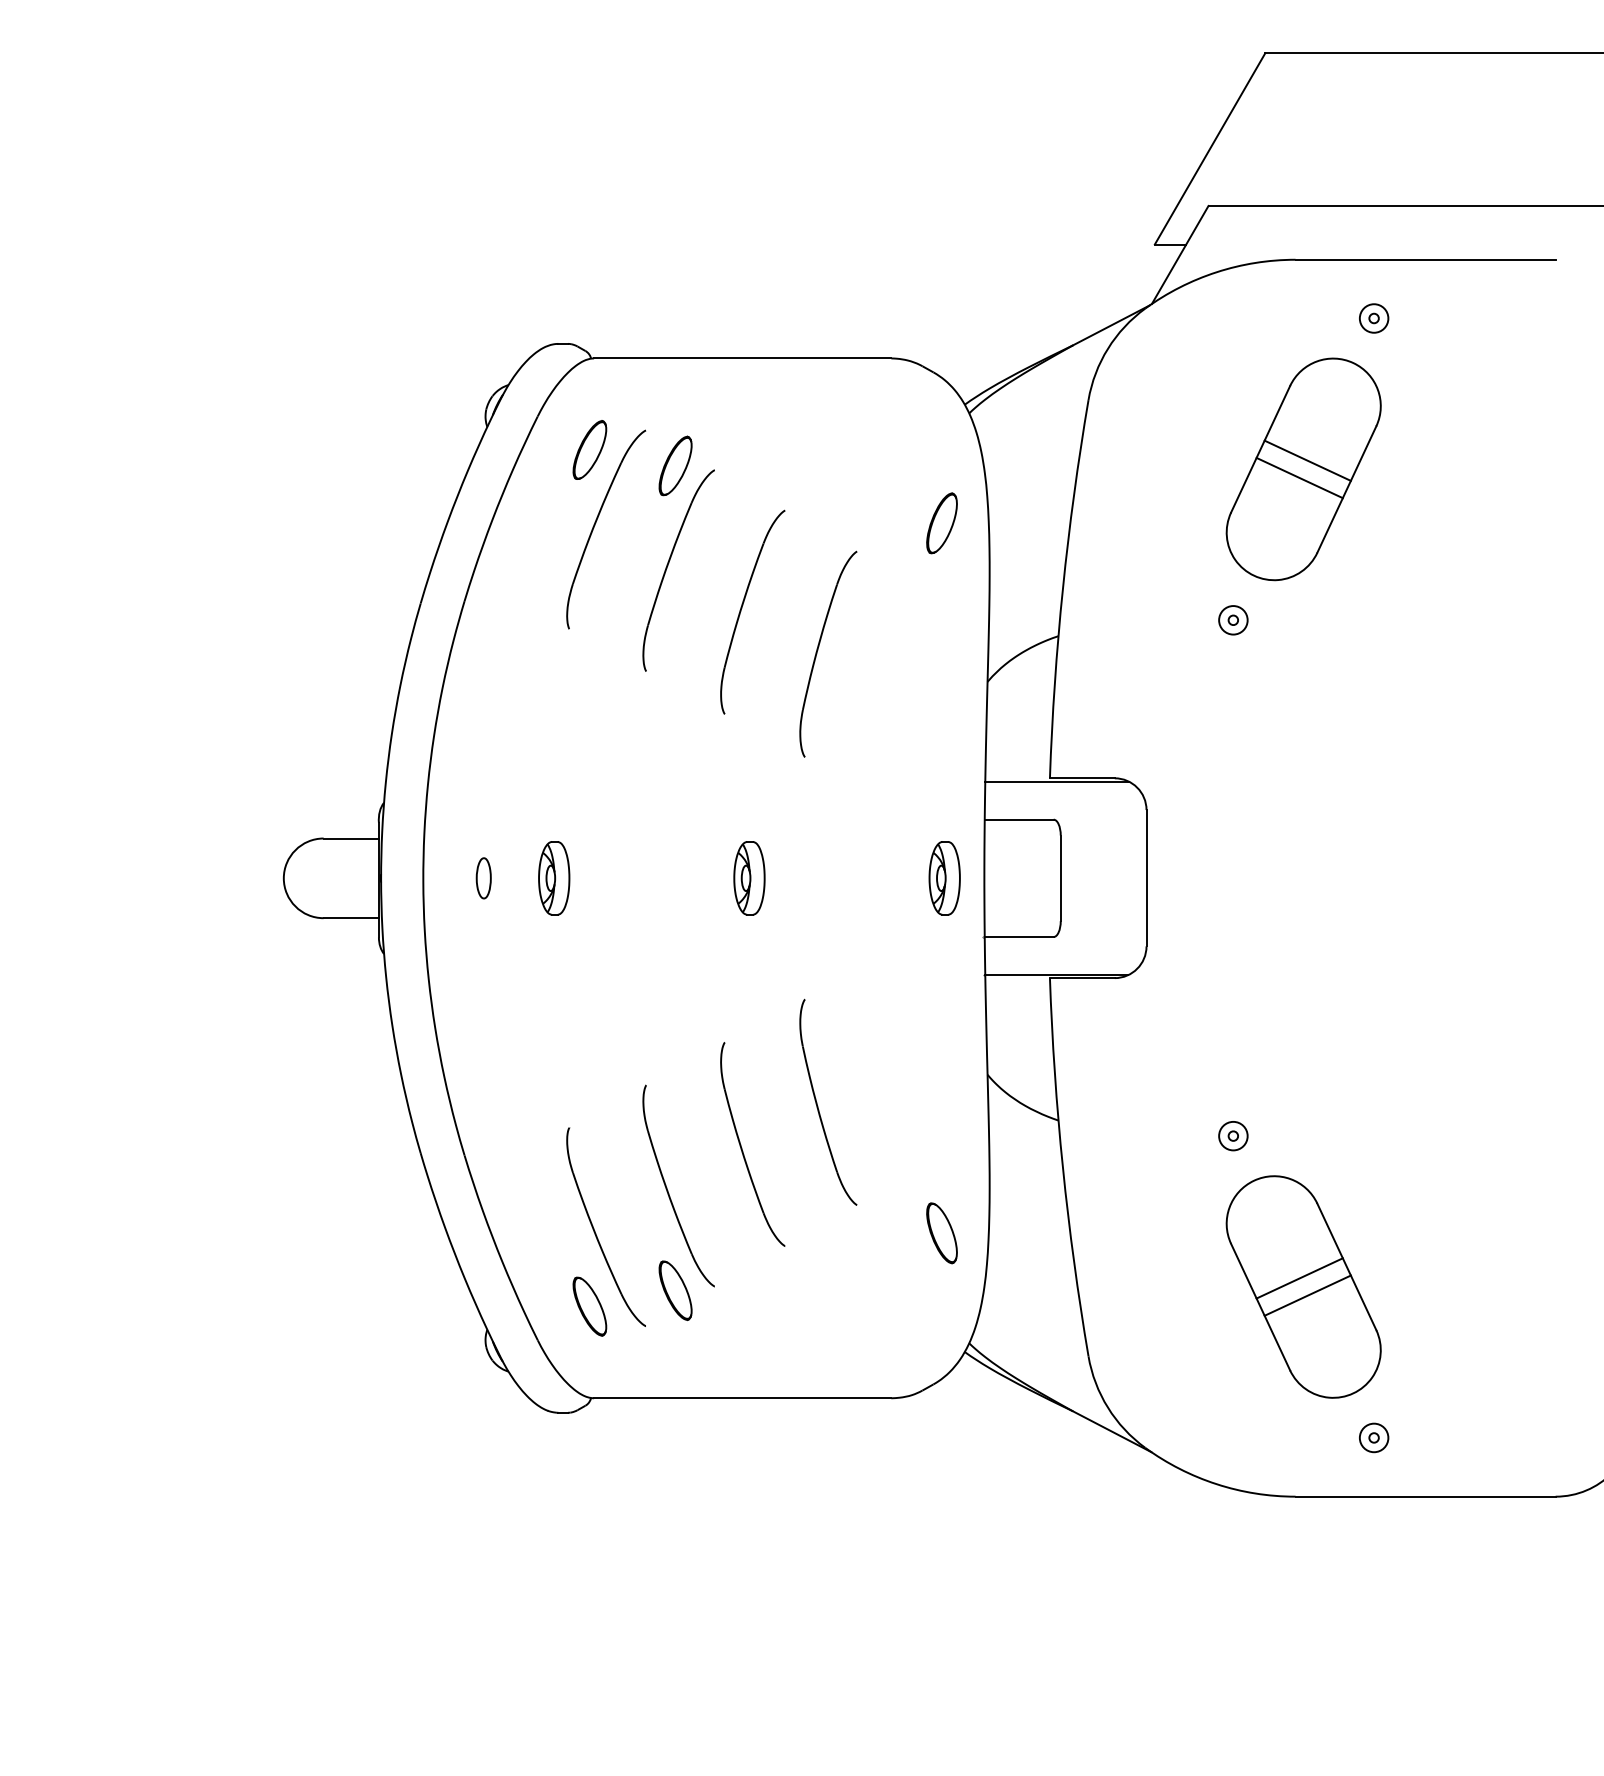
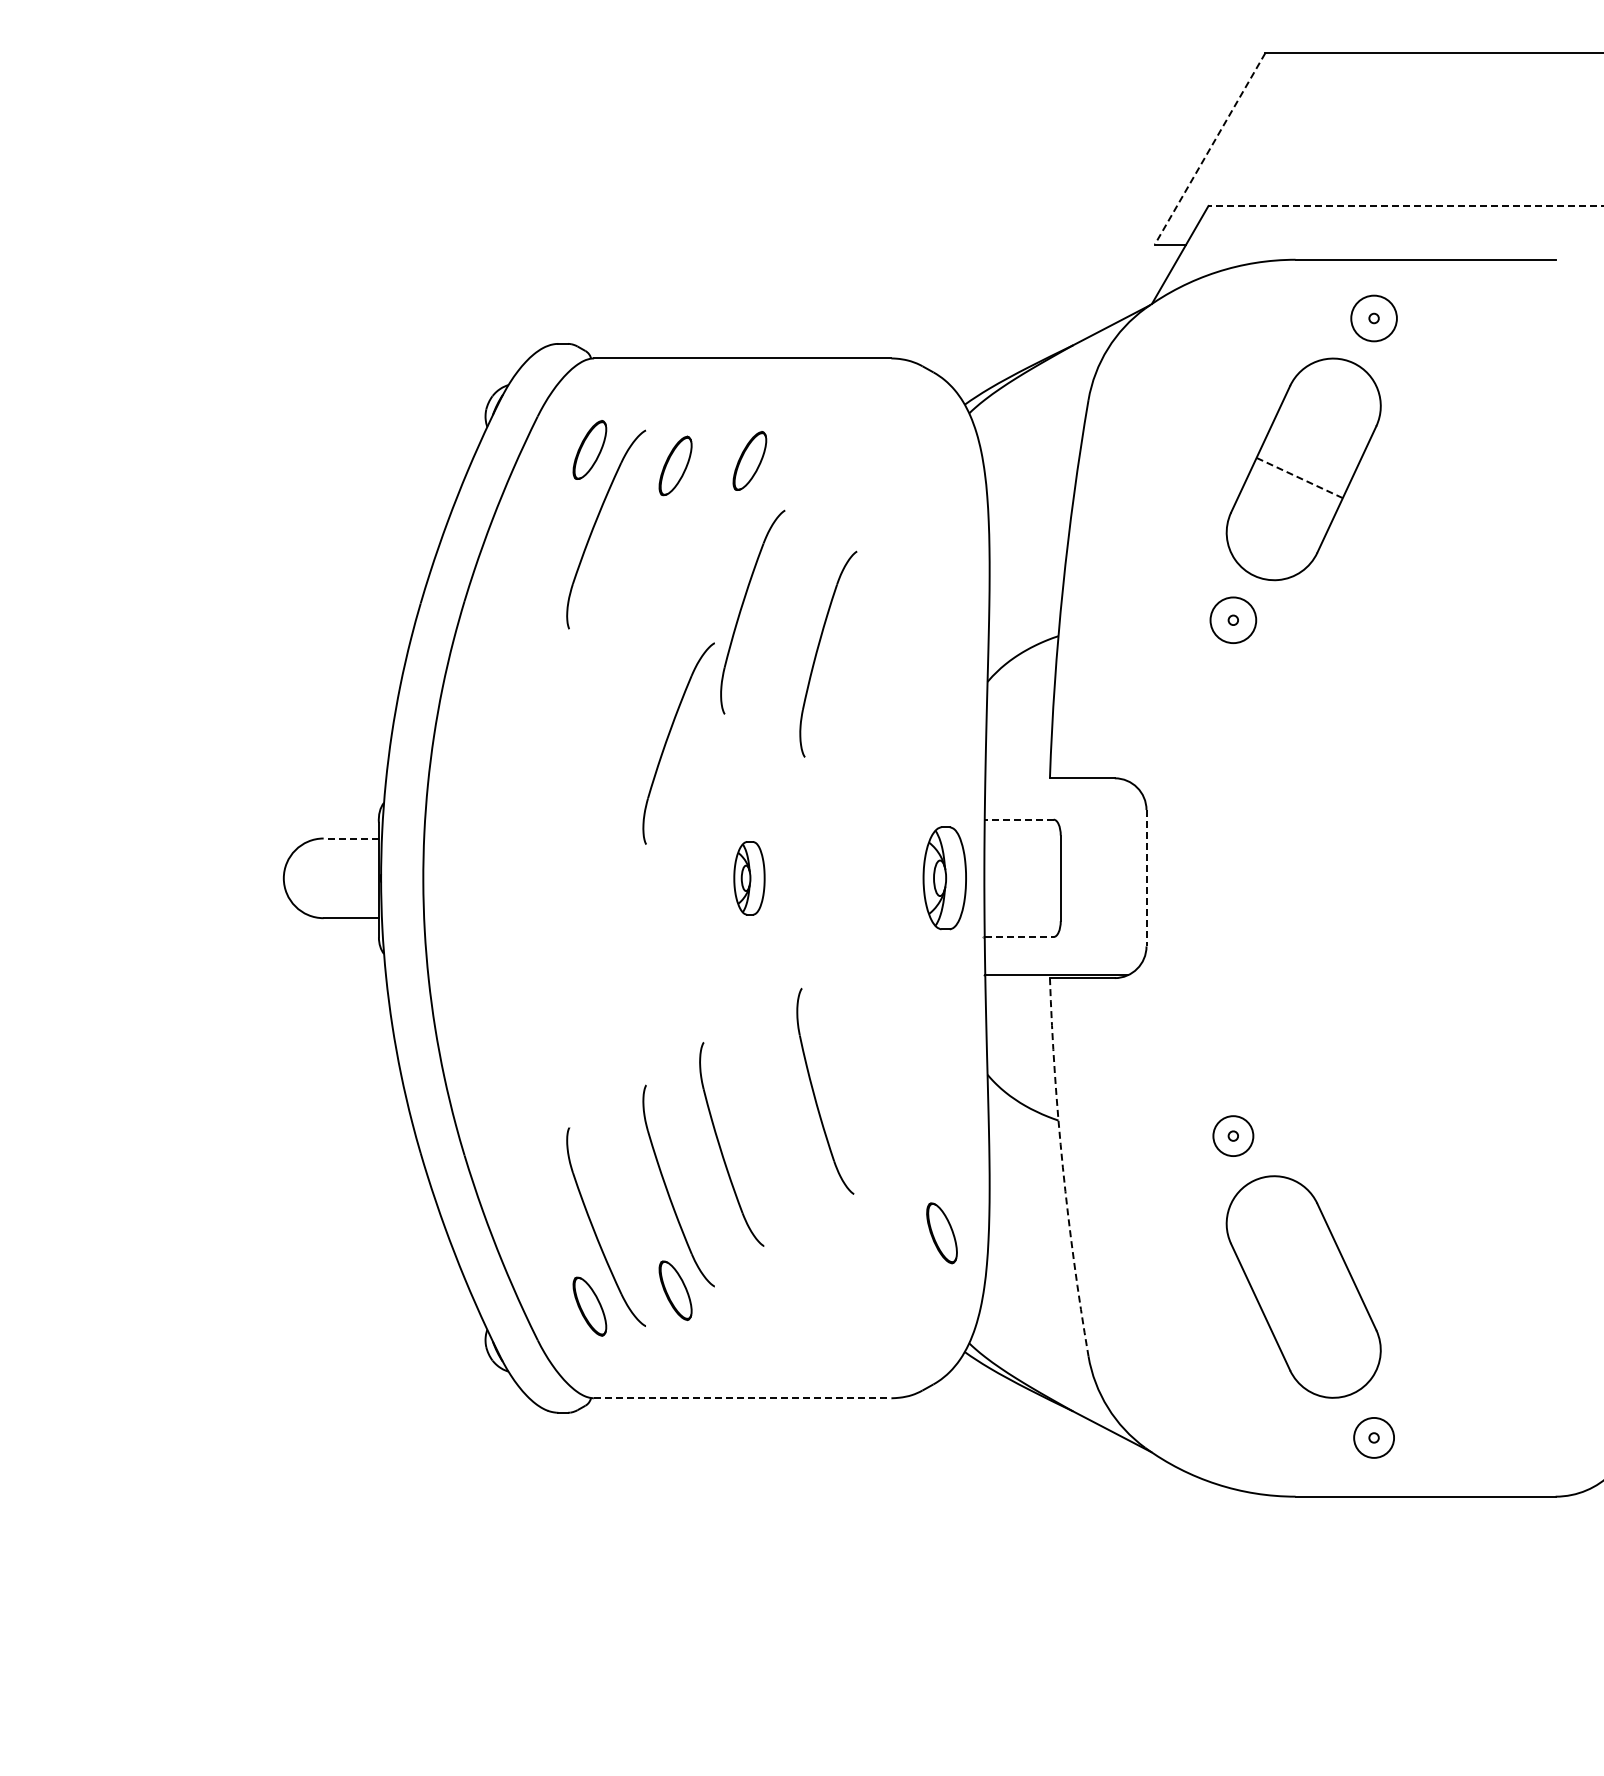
line at (1209, 149): solid -> dashed
line at (1405, 205): solid -> dashed
circle at (1373, 318) diameter: 29 px -> 46 px
part at (749, 460): none -> present
line at (1307, 460): present -> none
line at (1299, 478): solid -> dashed
part at (941, 523): present -> none
part at (668, 566) position: (668, 566) -> (668, 739)
circle at (1233, 620) diameter: 29 px -> 46 px
line at (1056, 781): present -> none
line at (1018, 819): solid -> dashed
line at (351, 838): solid -> dashed
part at (483, 878): present -> none
part at (554, 878): present -> none
part at (944, 878) size: 33x75 px -> 45x105 px
line at (1146, 878): solid -> dashed
line at (1019, 937): solid -> dashed
part at (817, 1102) position: (817, 1102) -> (814, 1091)
circle at (1233, 1135) diameter: 29 px -> 40 px
part at (742, 1147) position: (742, 1147) -> (721, 1147)
arc at (1062, 1167): solid -> dashed
line at (1299, 1278): present -> none
line at (1307, 1295): present -> none
line at (742, 1398): solid -> dashed
circle at (1373, 1437) diameter: 29 px -> 40 px
